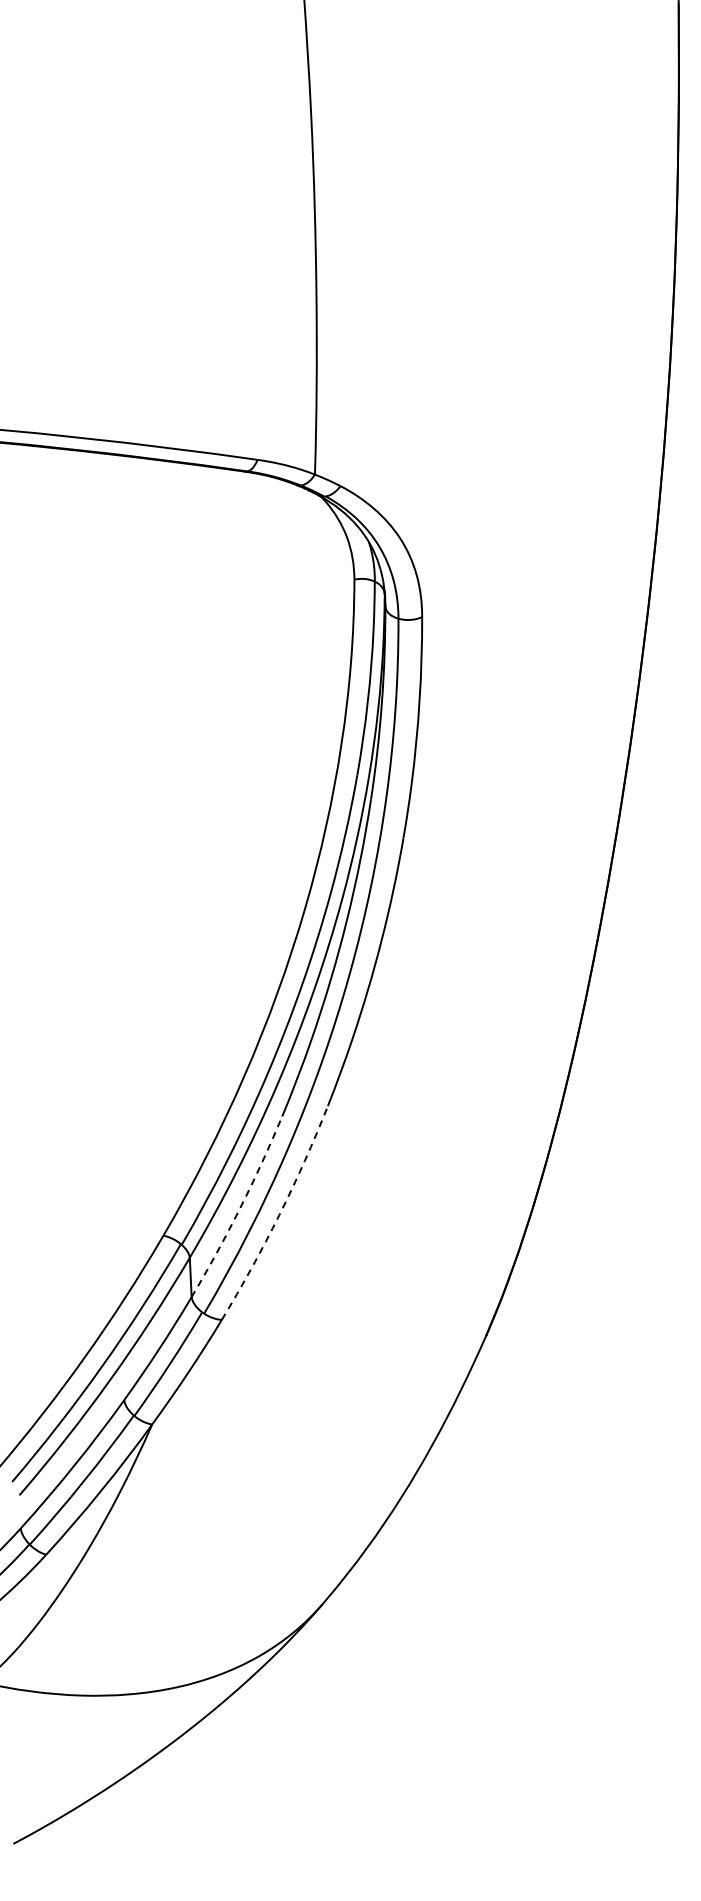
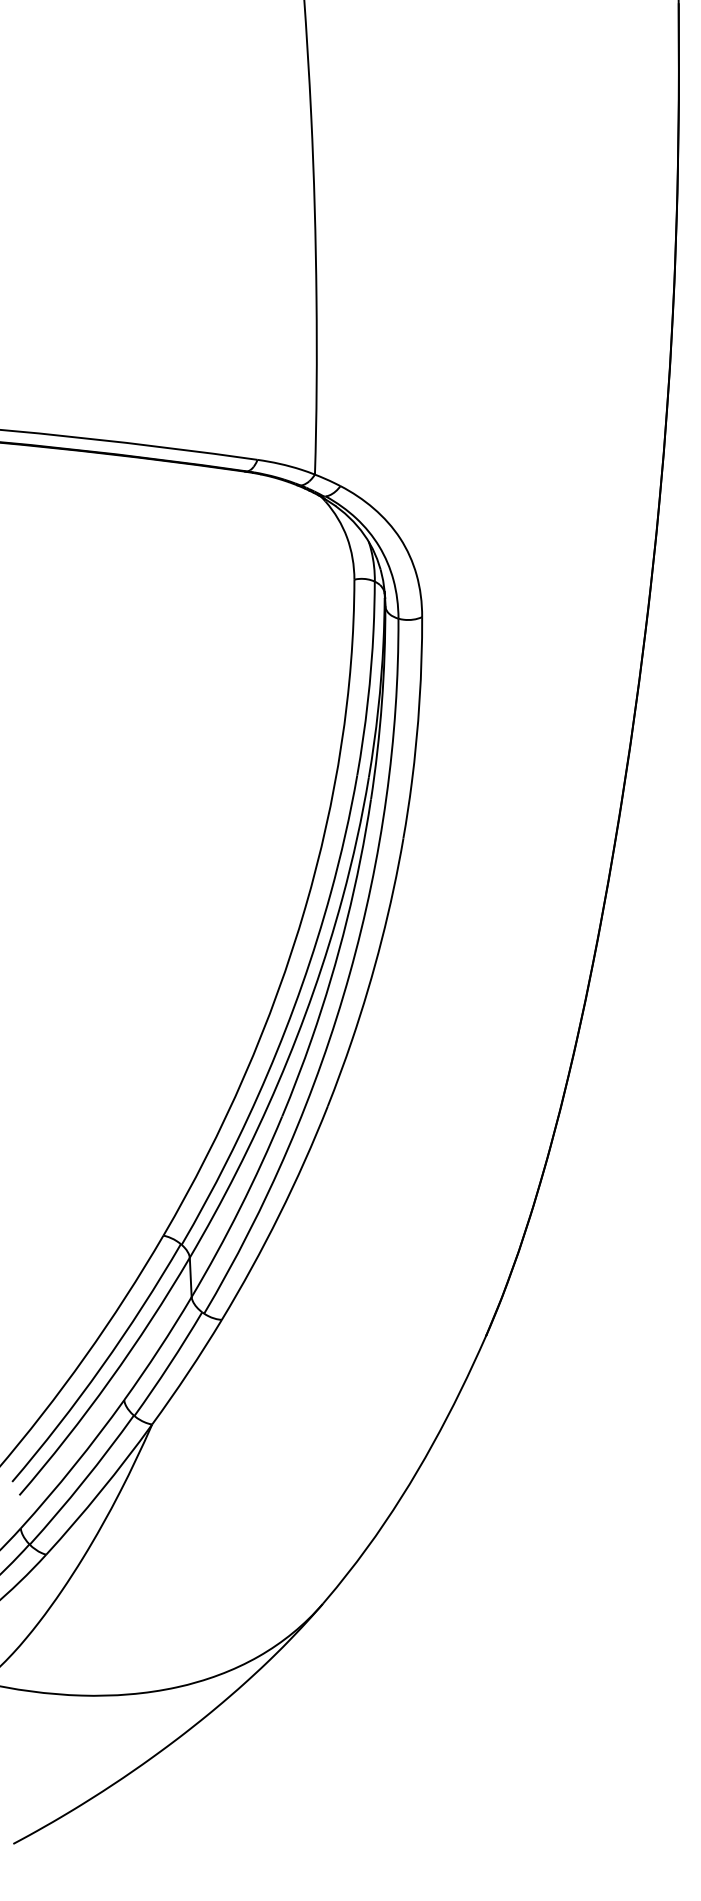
arc at (240, 1208): dashed -> solid
arc at (279, 1215): dashed -> solid
